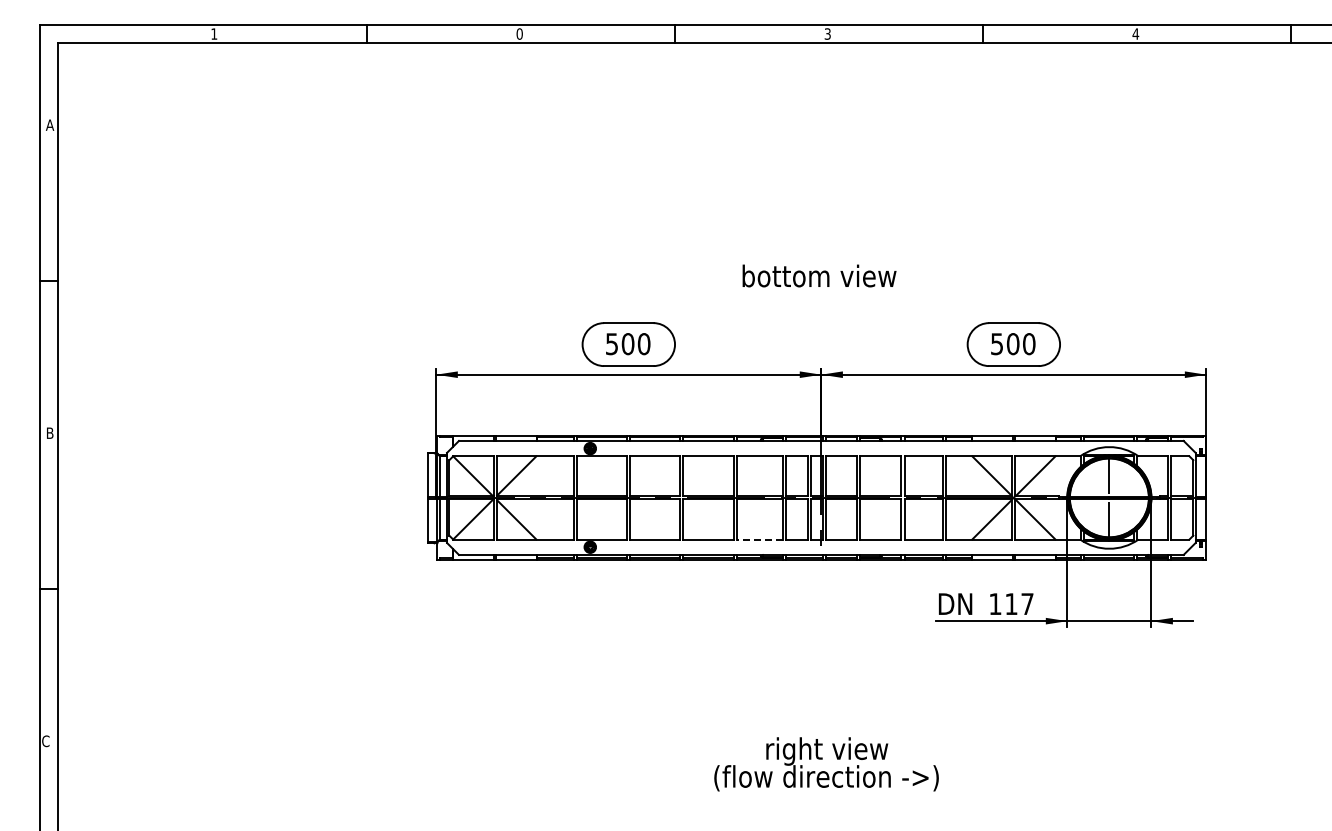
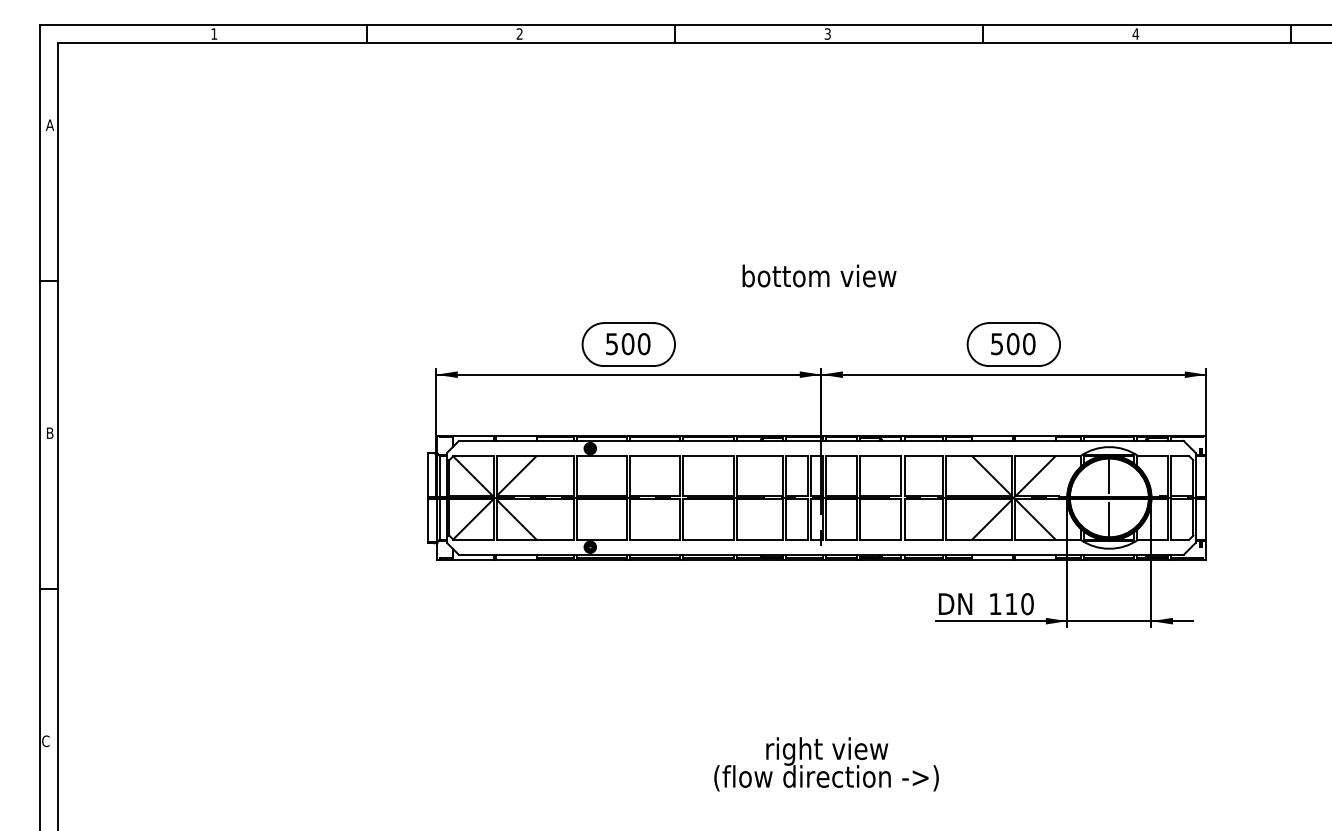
text at (519, 33): 0 -> 2
line at (759, 539): dashed -> solid
text at (1027, 604): 117 -> 110
